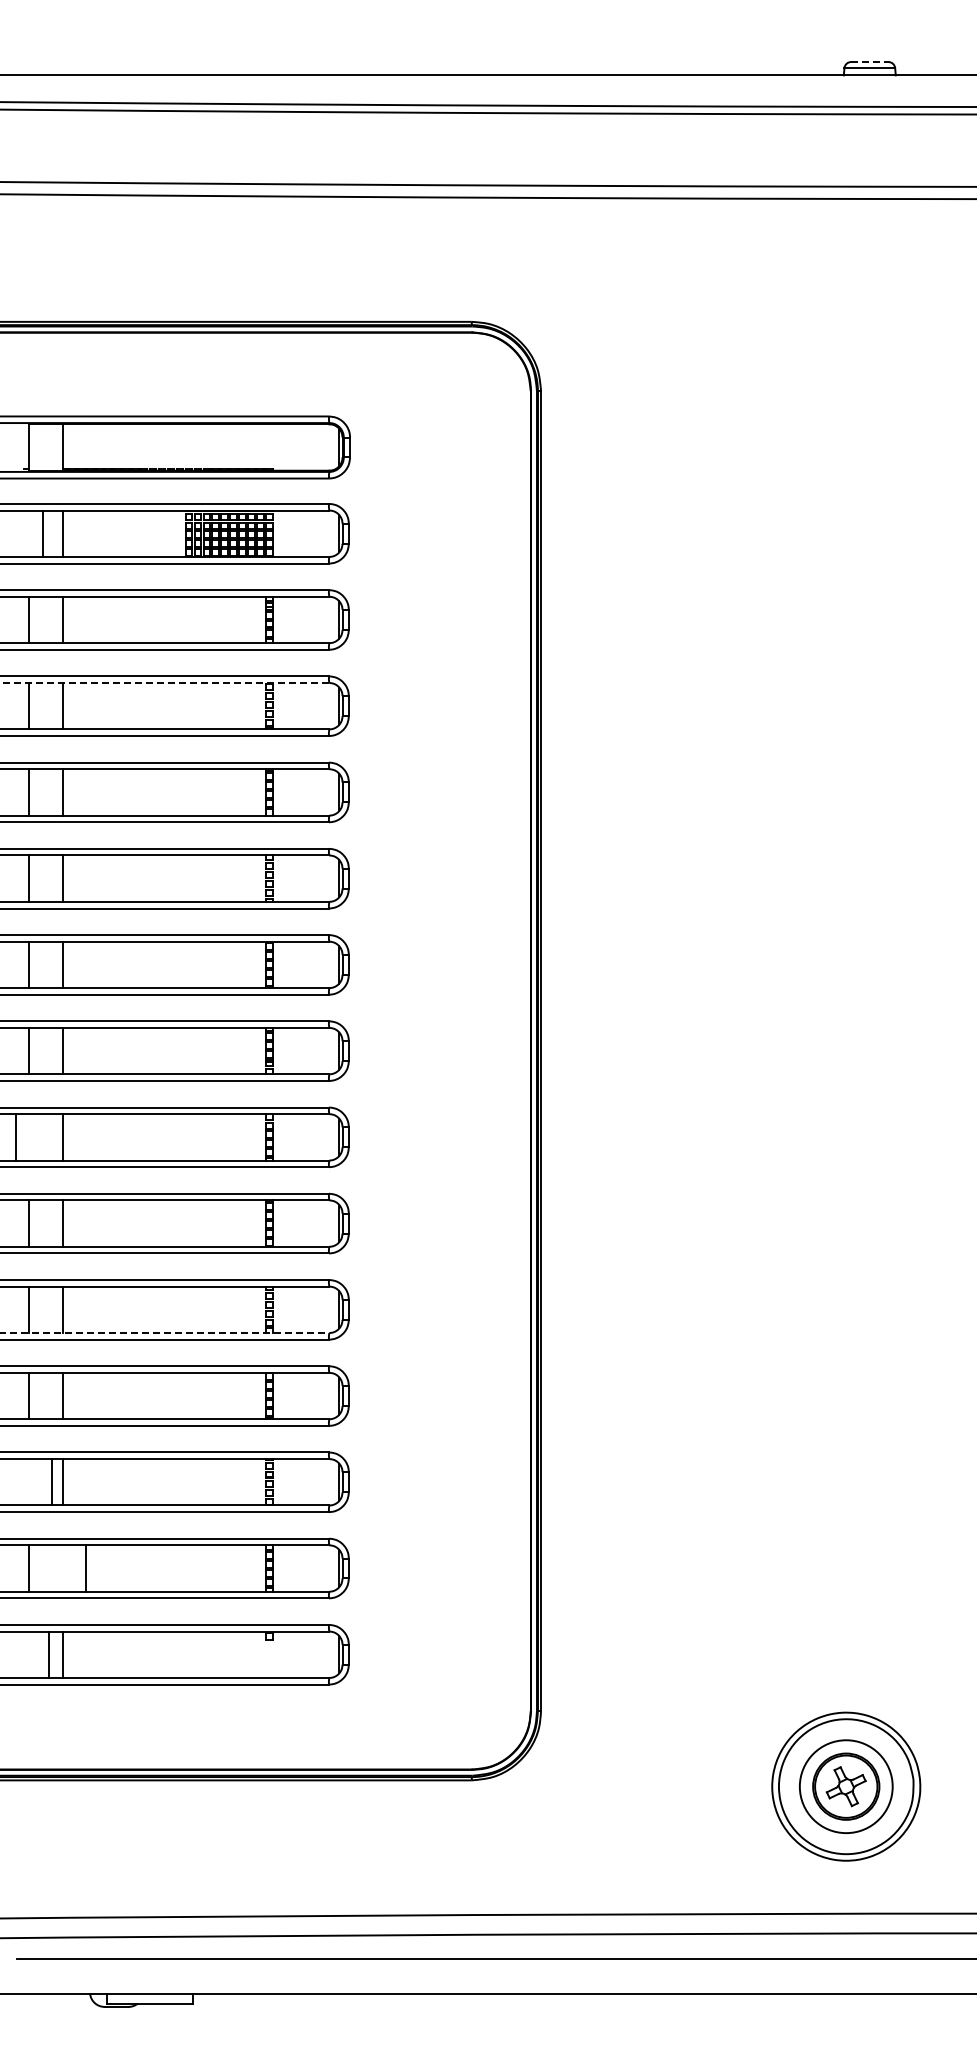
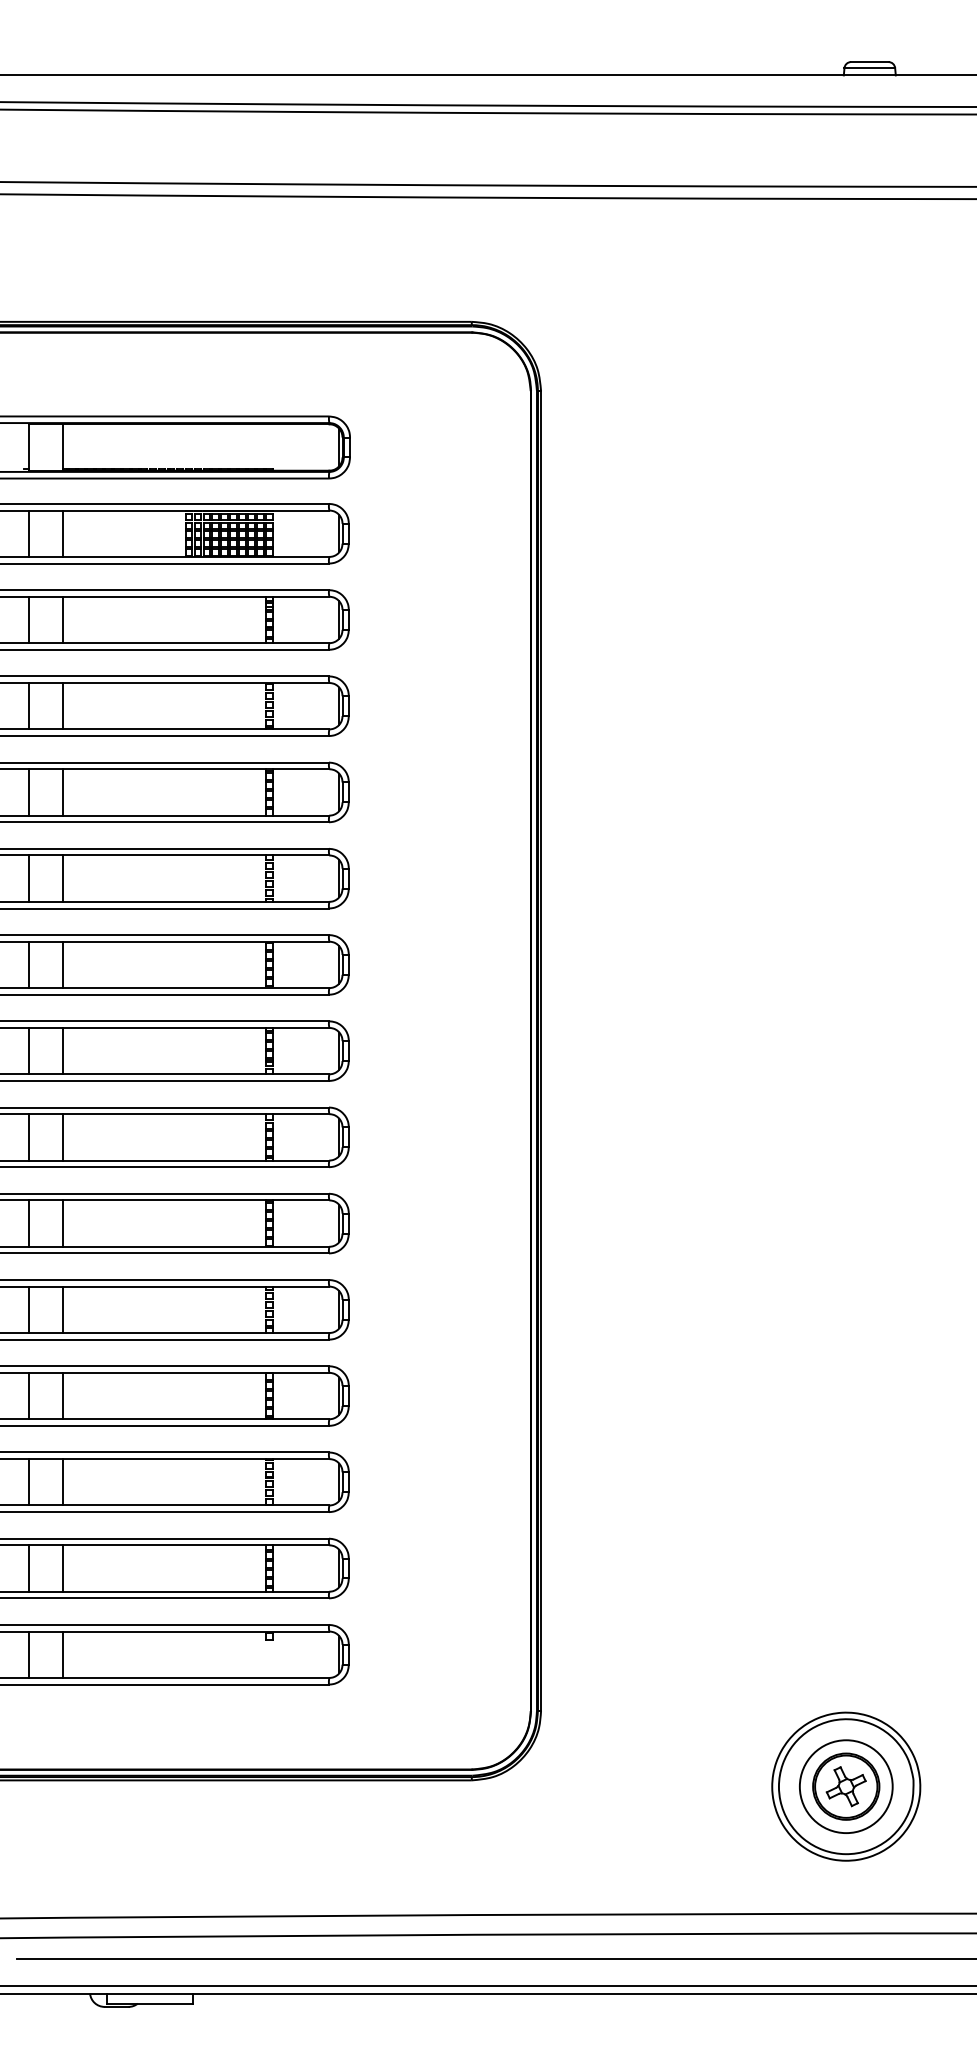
line at (869, 62): dashed -> solid
line at (43, 533) position: (43, 533) -> (29, 533)
line at (164, 682): dashed -> solid
line at (16, 1137) position: (16, 1137) -> (29, 1137)
line at (165, 1333): dashed -> solid
line at (52, 1482) position: (52, 1482) -> (29, 1482)
line at (85, 1568) position: (85, 1568) -> (62, 1568)
line at (49, 1654) position: (49, 1654) -> (29, 1654)
line at (487, 1985): none -> present
